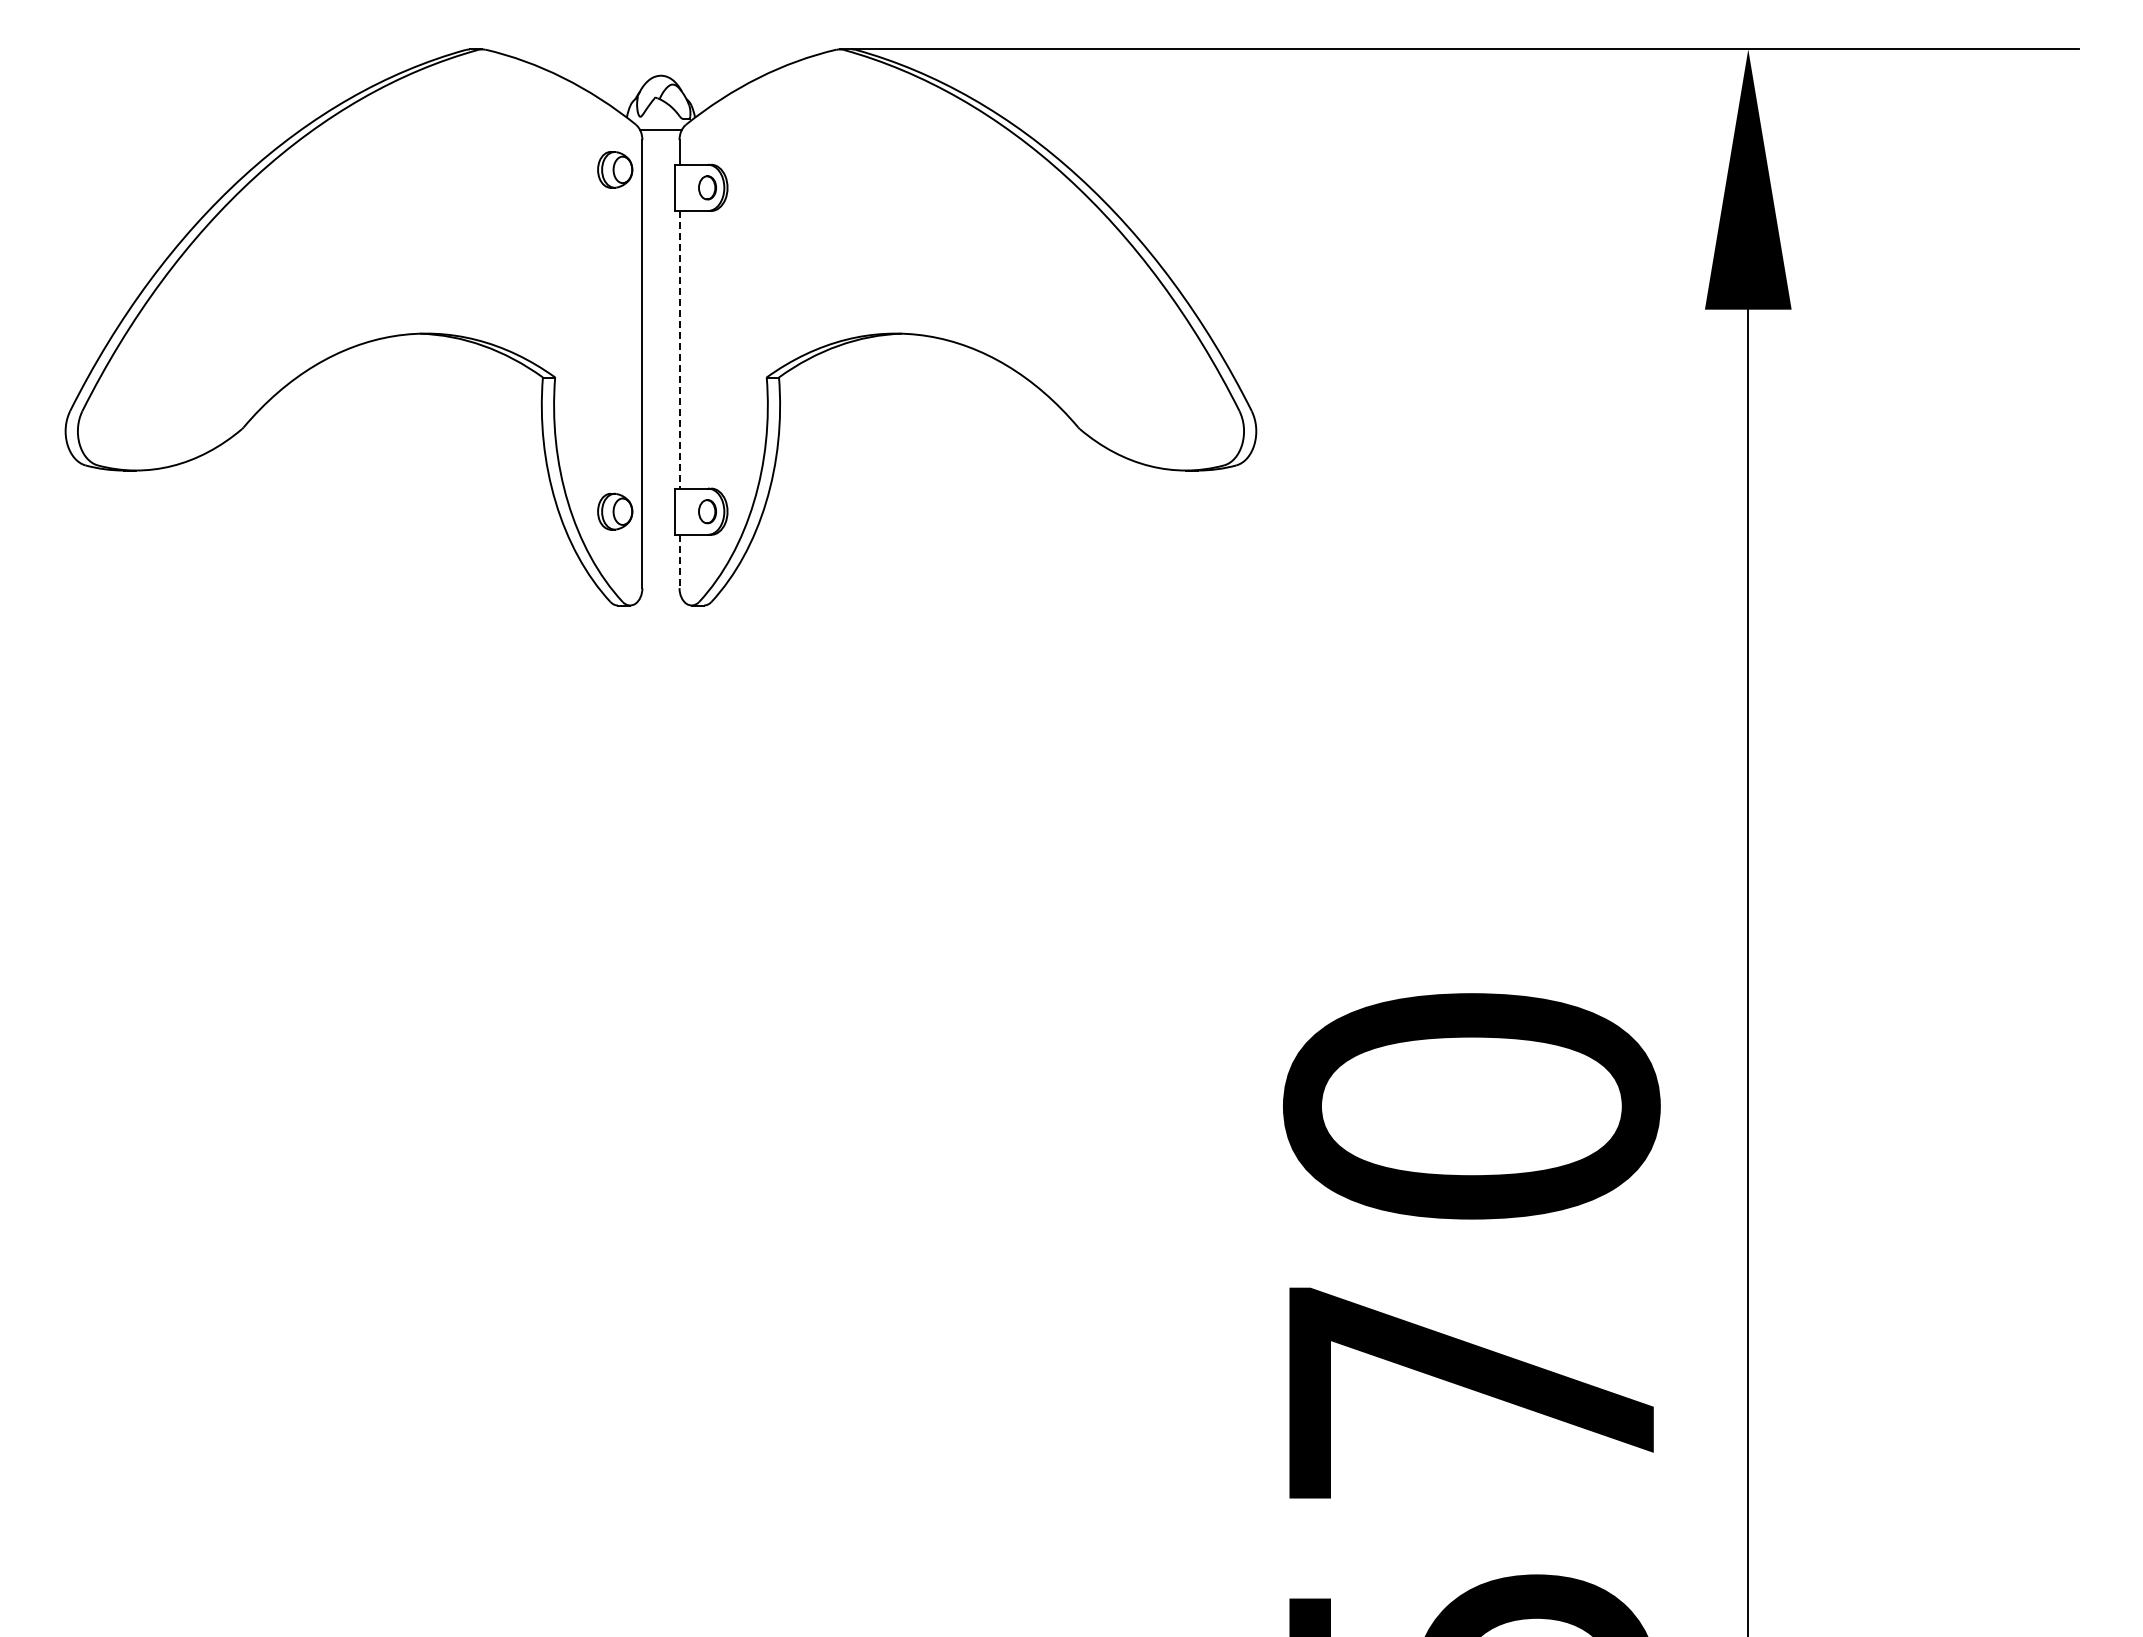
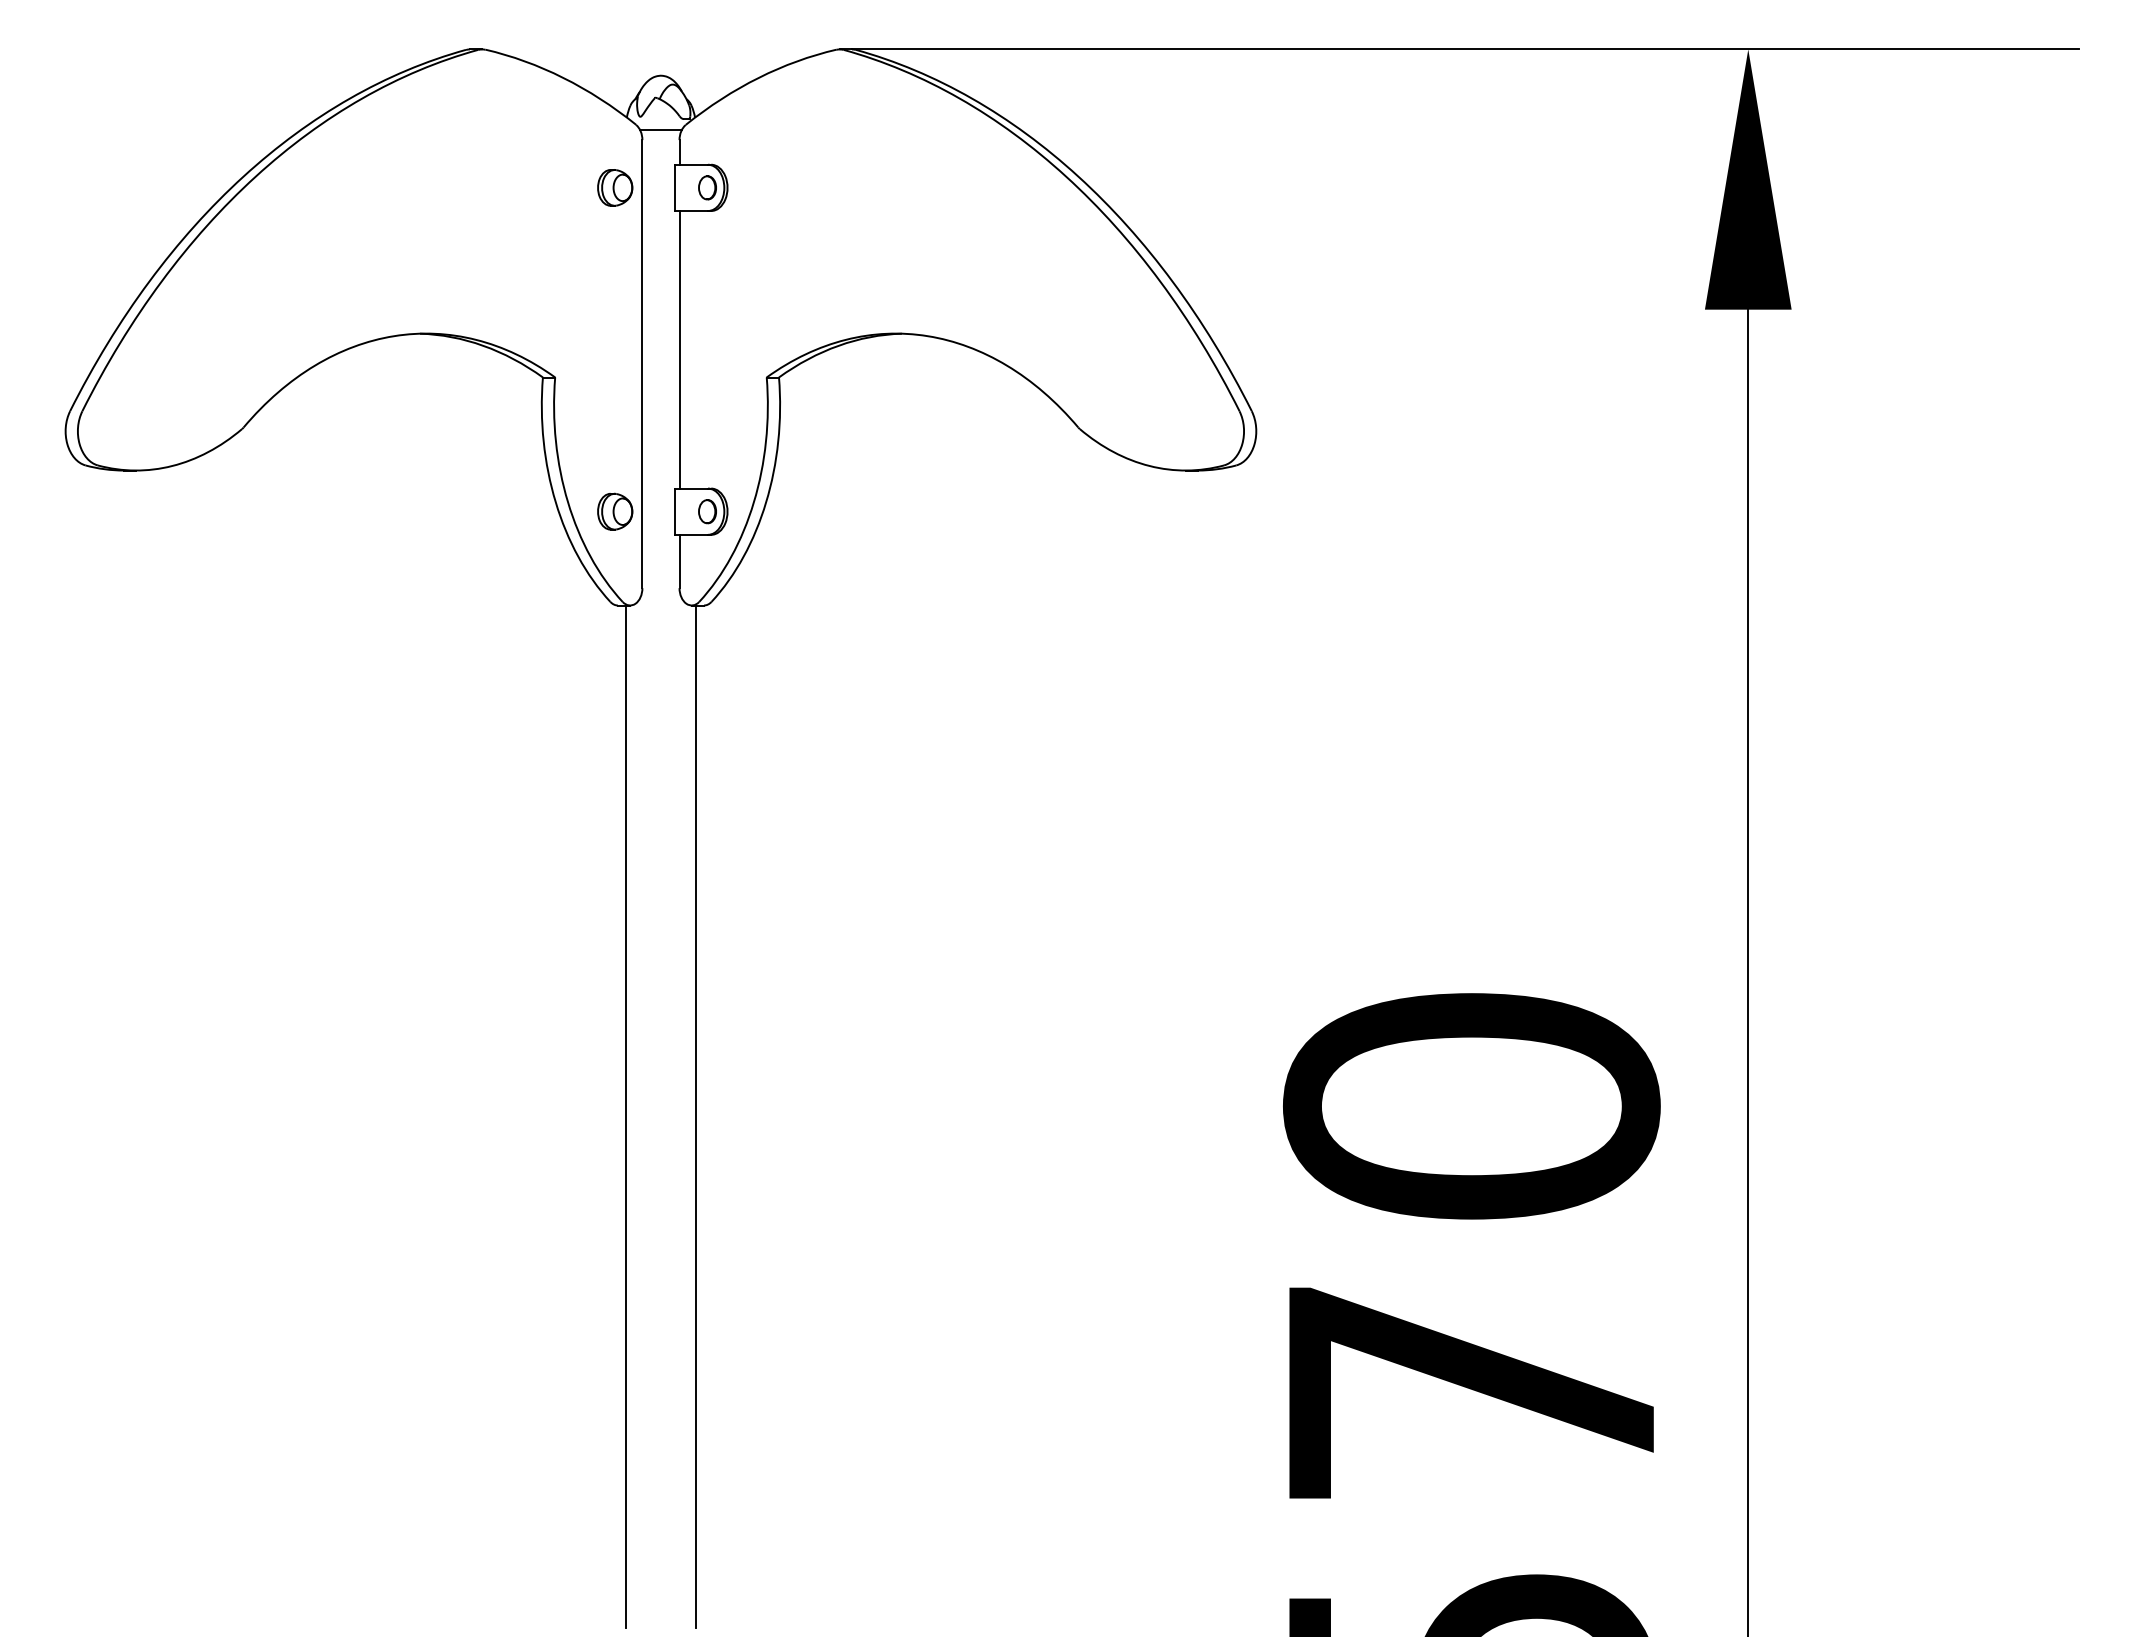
part at (615, 169) position: (615, 169) -> (615, 187)
line at (679, 349): dashed -> solid
line at (679, 561): dashed -> solid
line at (626, 1116): none -> present
line at (695, 1116): none -> present
